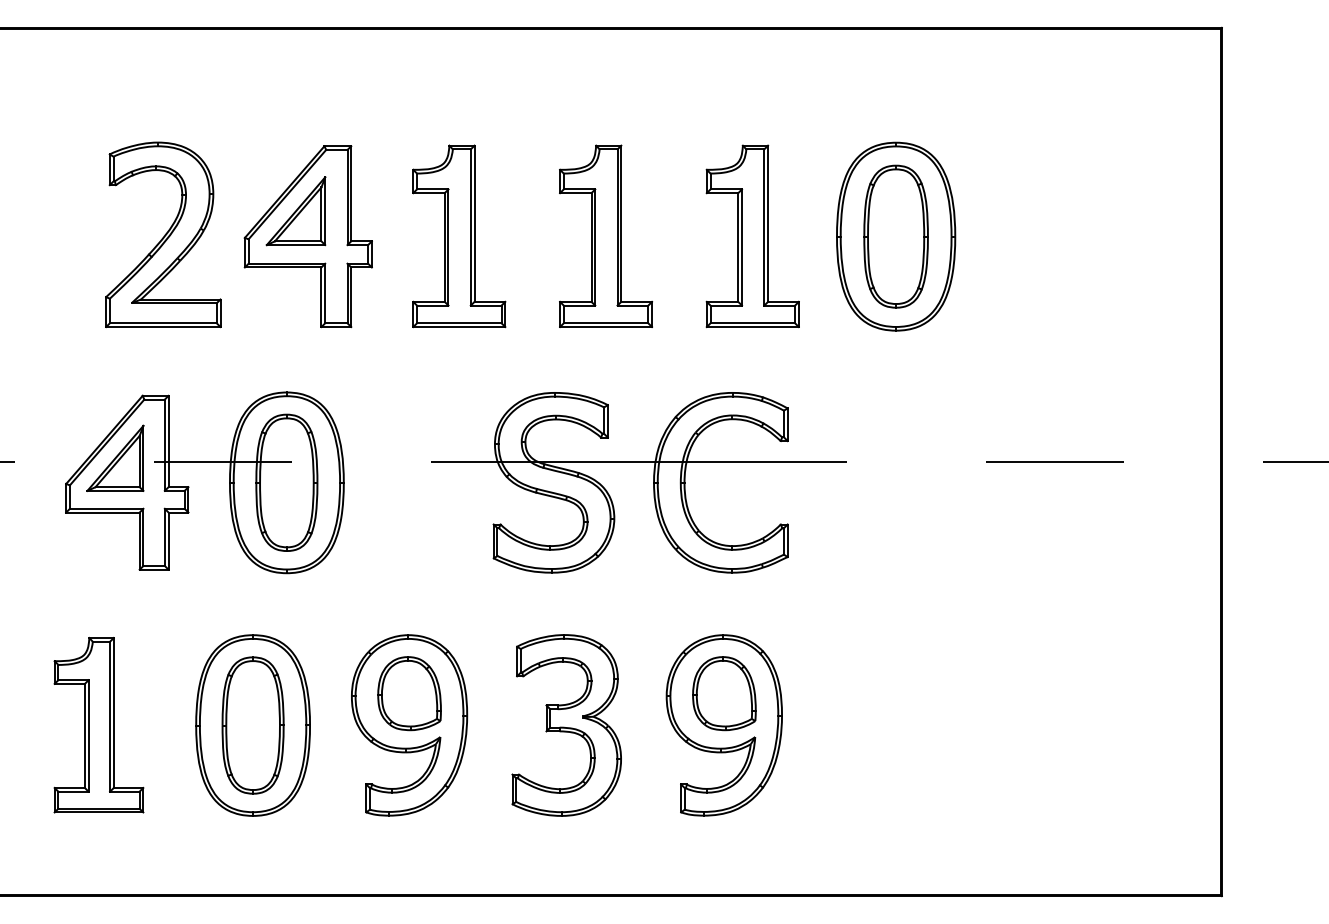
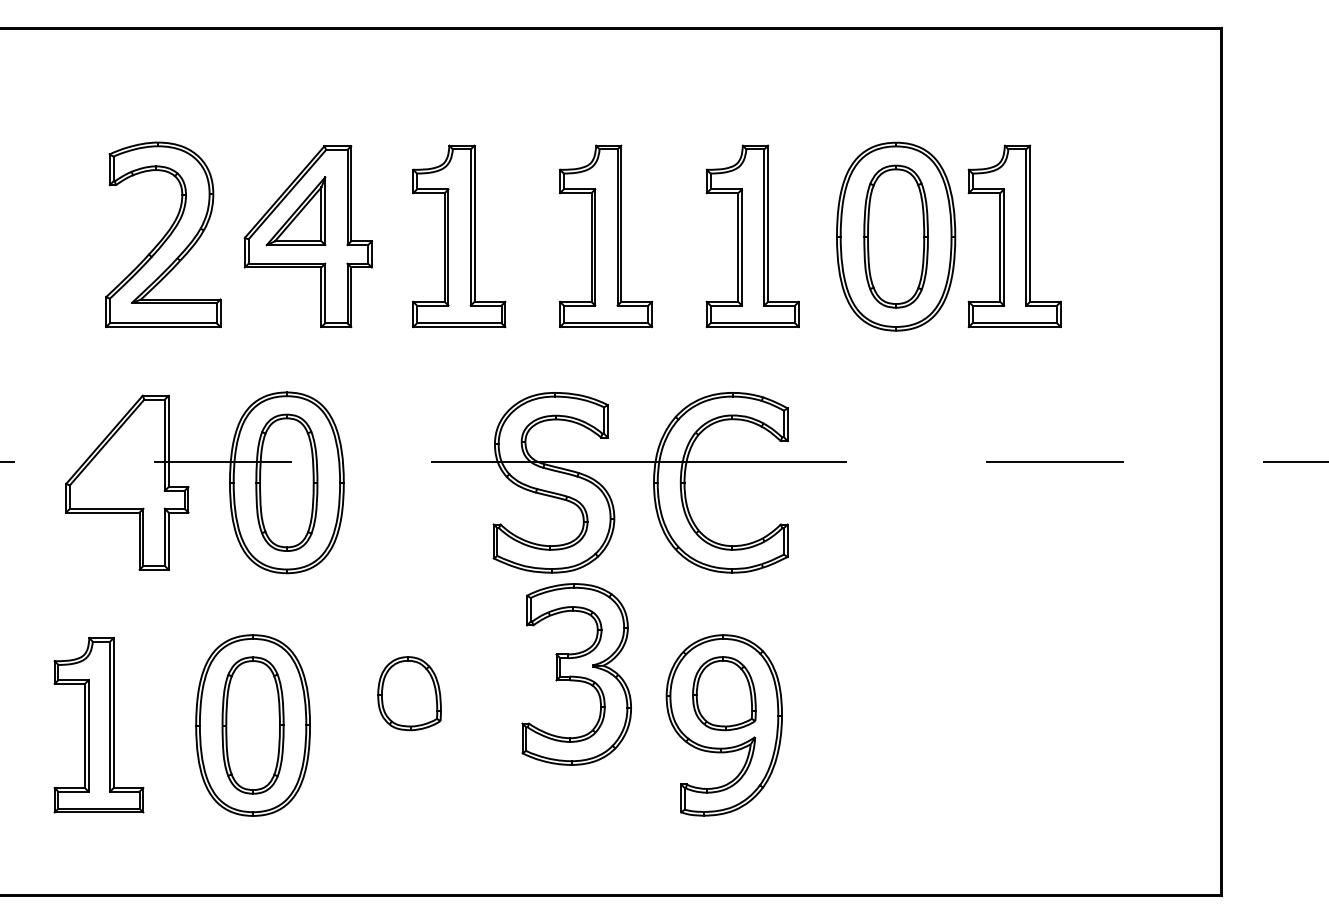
part at (1014, 236): none -> present
part at (115, 457): present -> none
part at (409, 725): present -> none
part at (566, 725) position: (566, 725) -> (576, 674)
